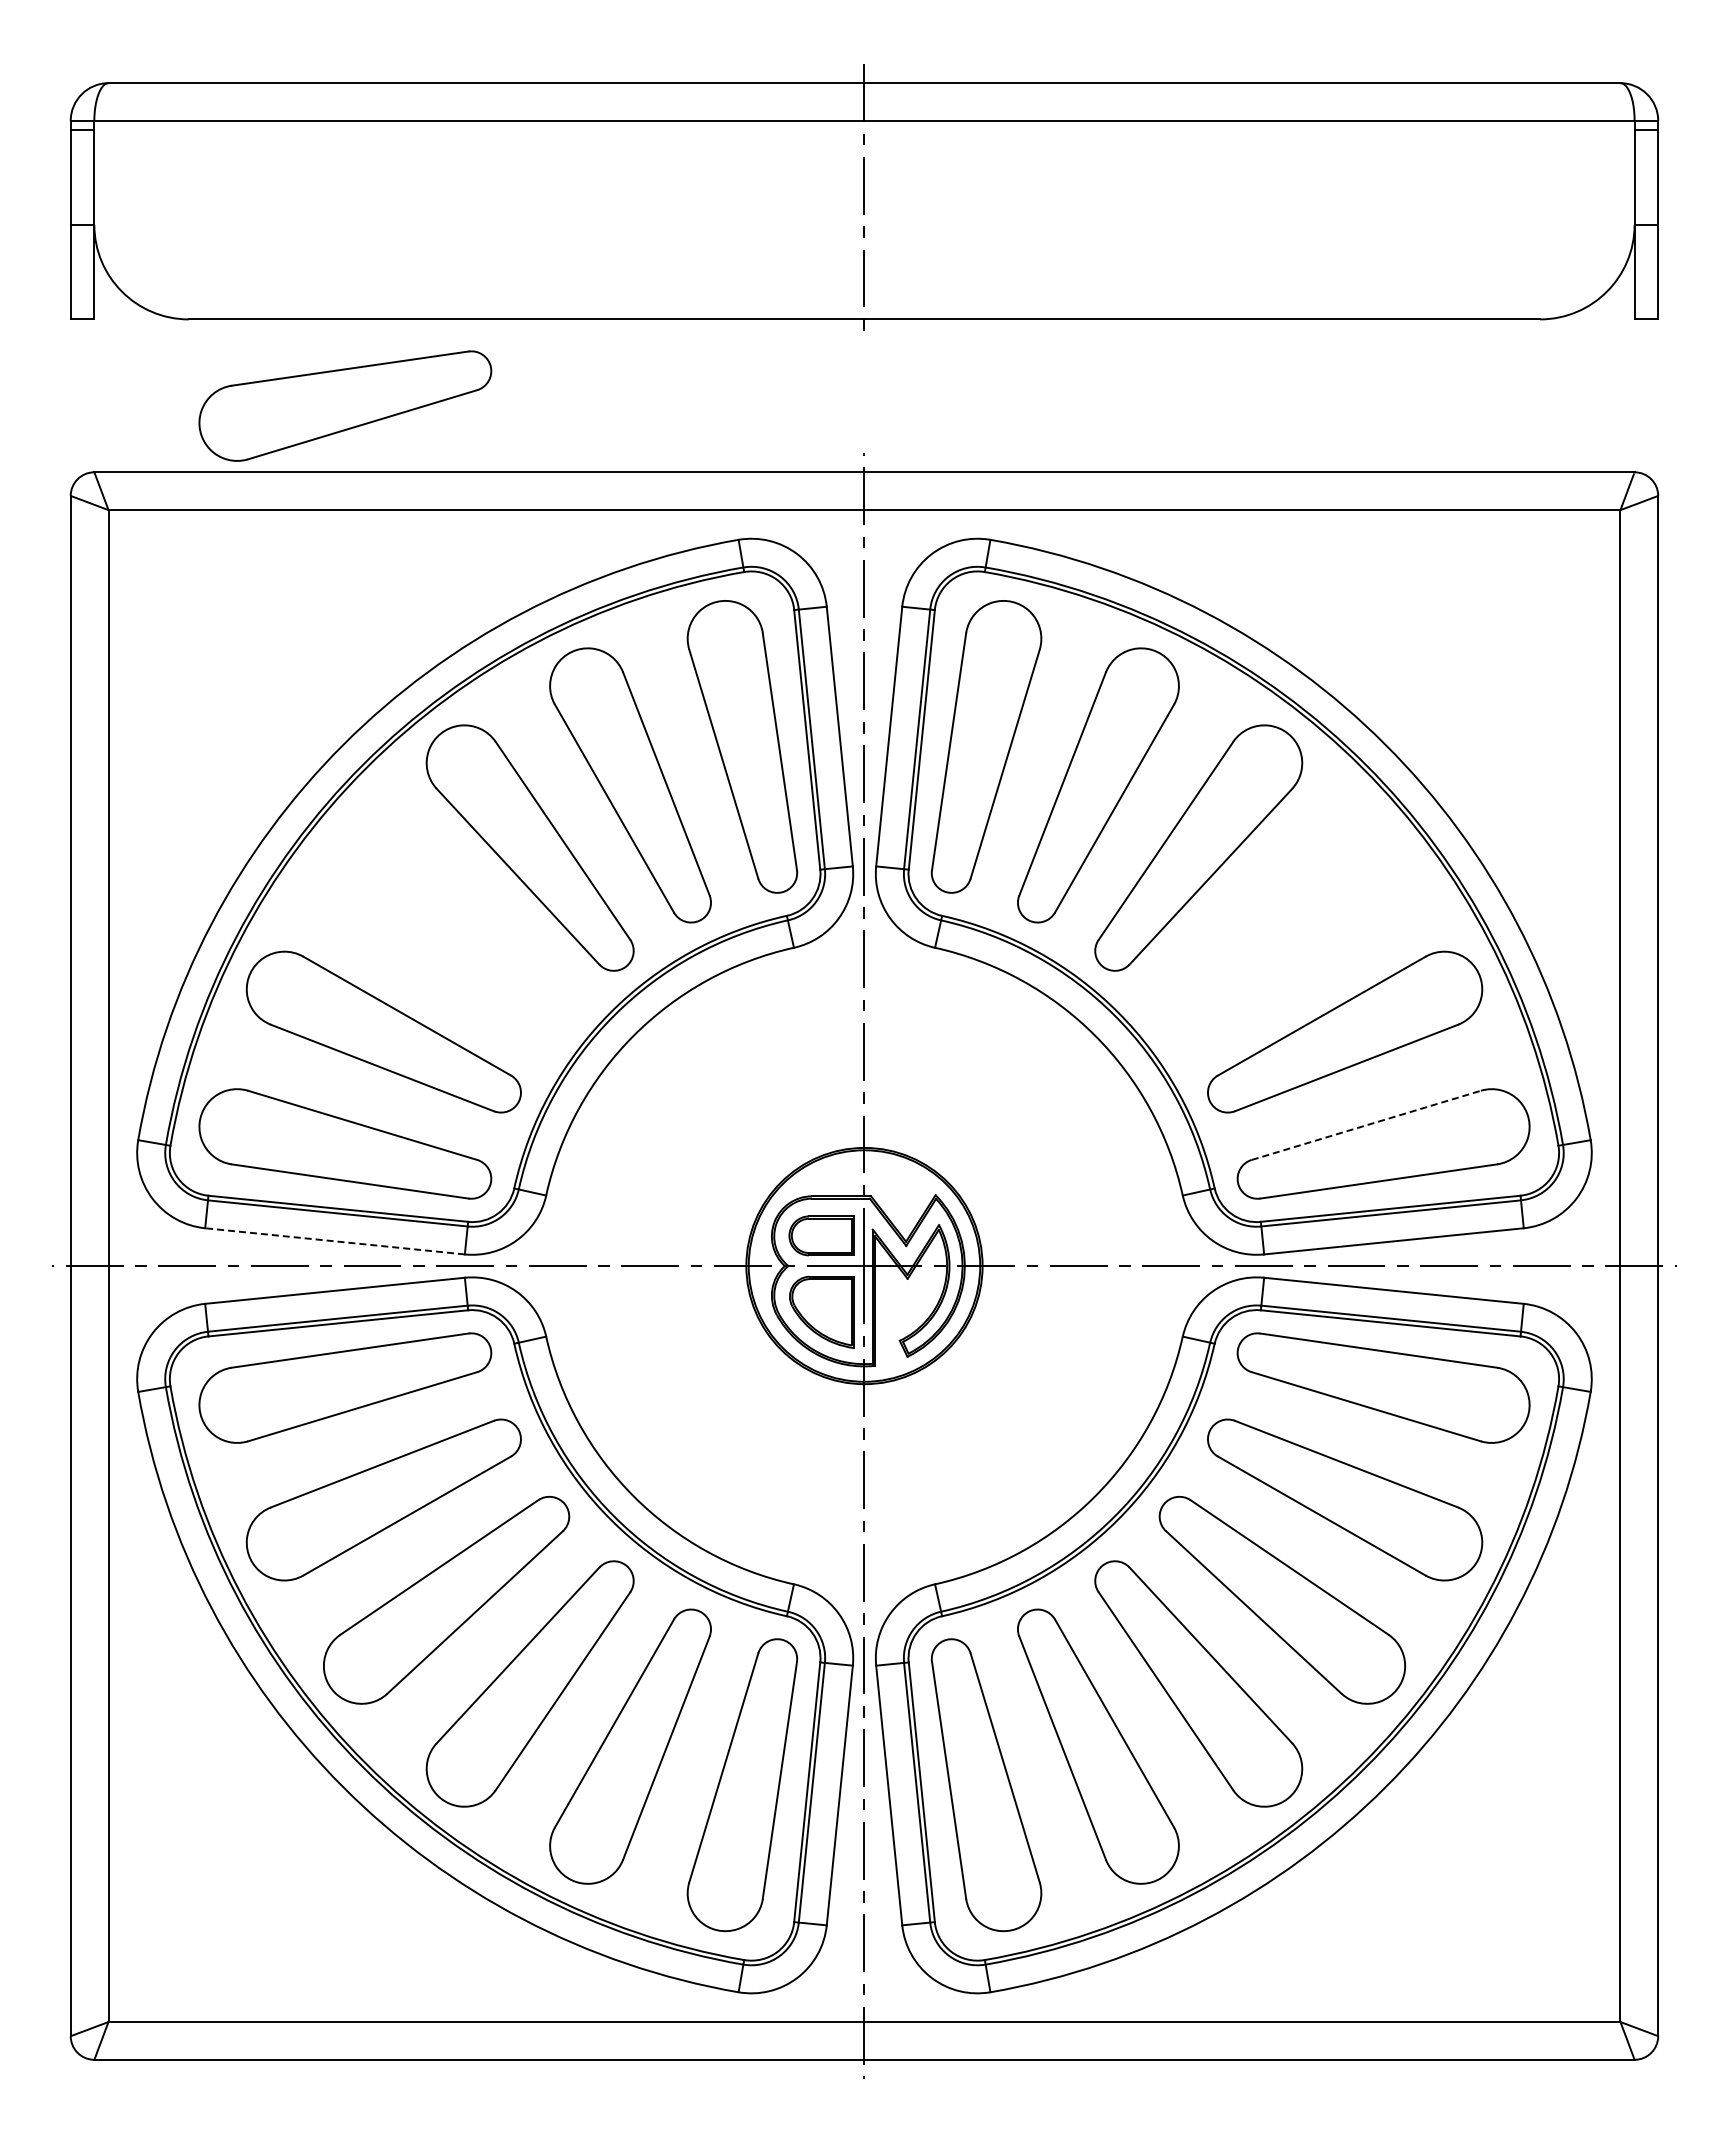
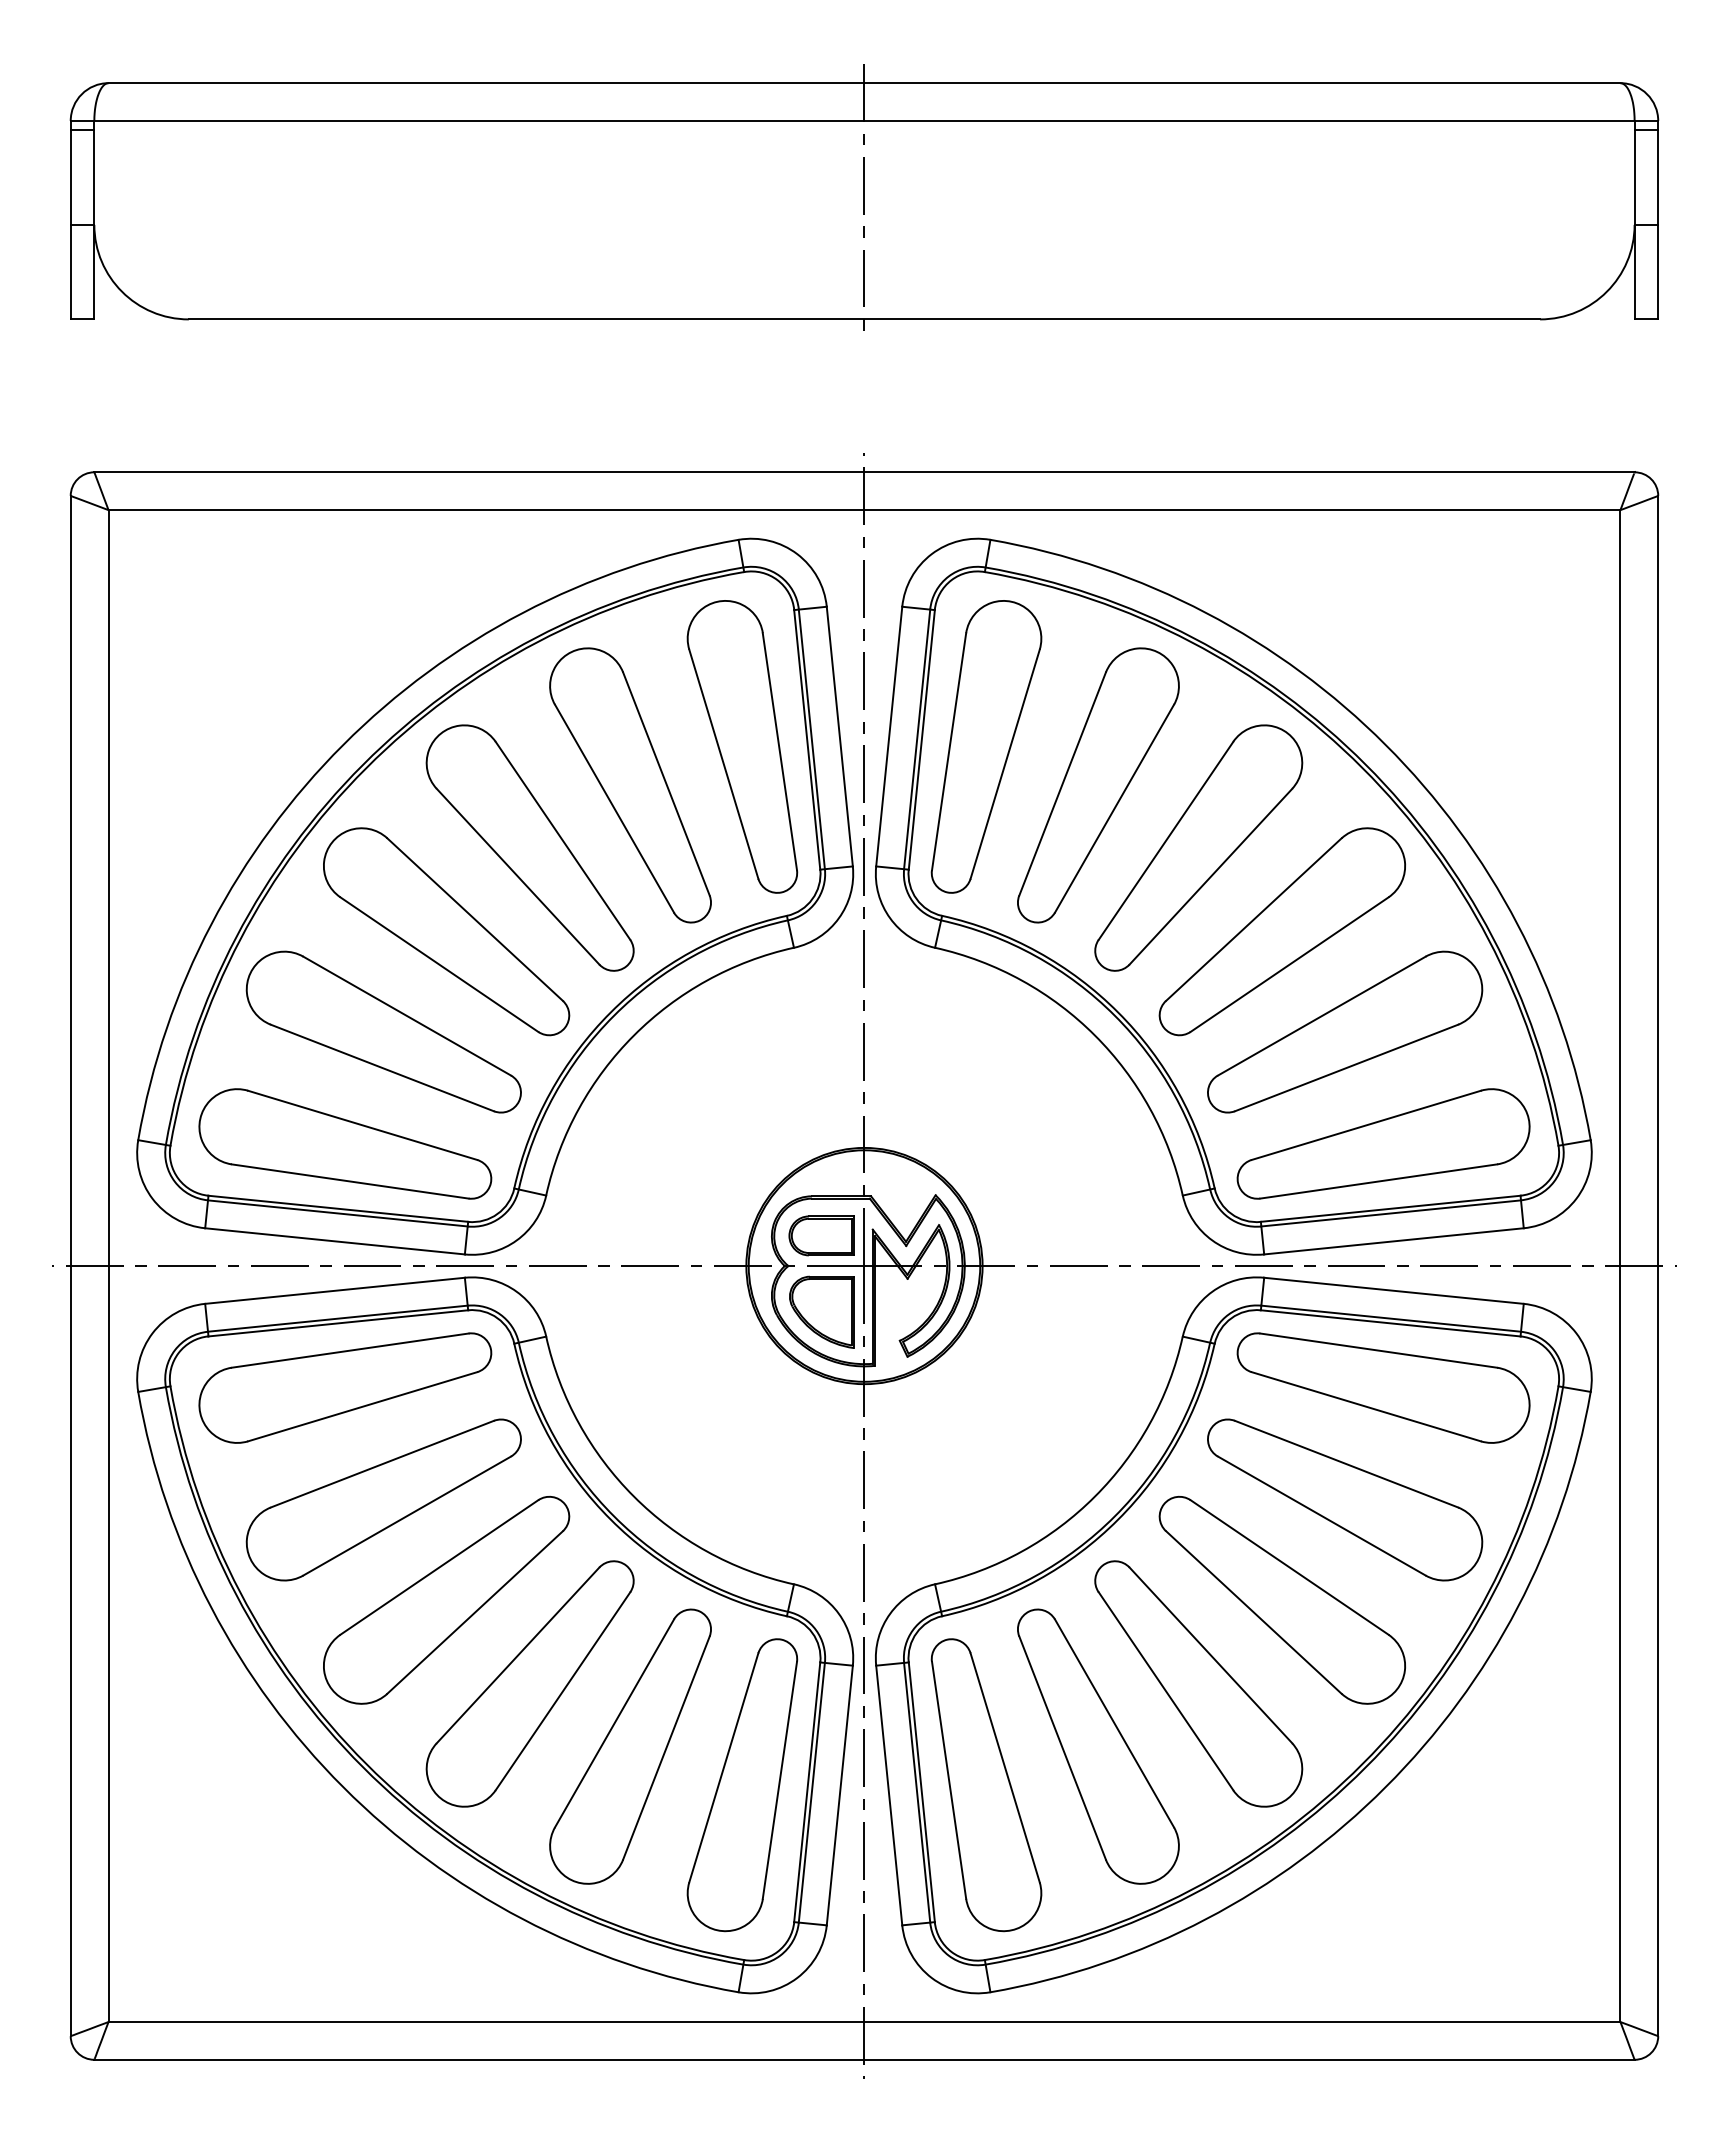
part at (345, 405): present -> none
part at (446, 931): none -> present
part at (1281, 931): none -> present
line at (1366, 1125): dashed -> solid
line at (334, 1241): dashed -> solid
